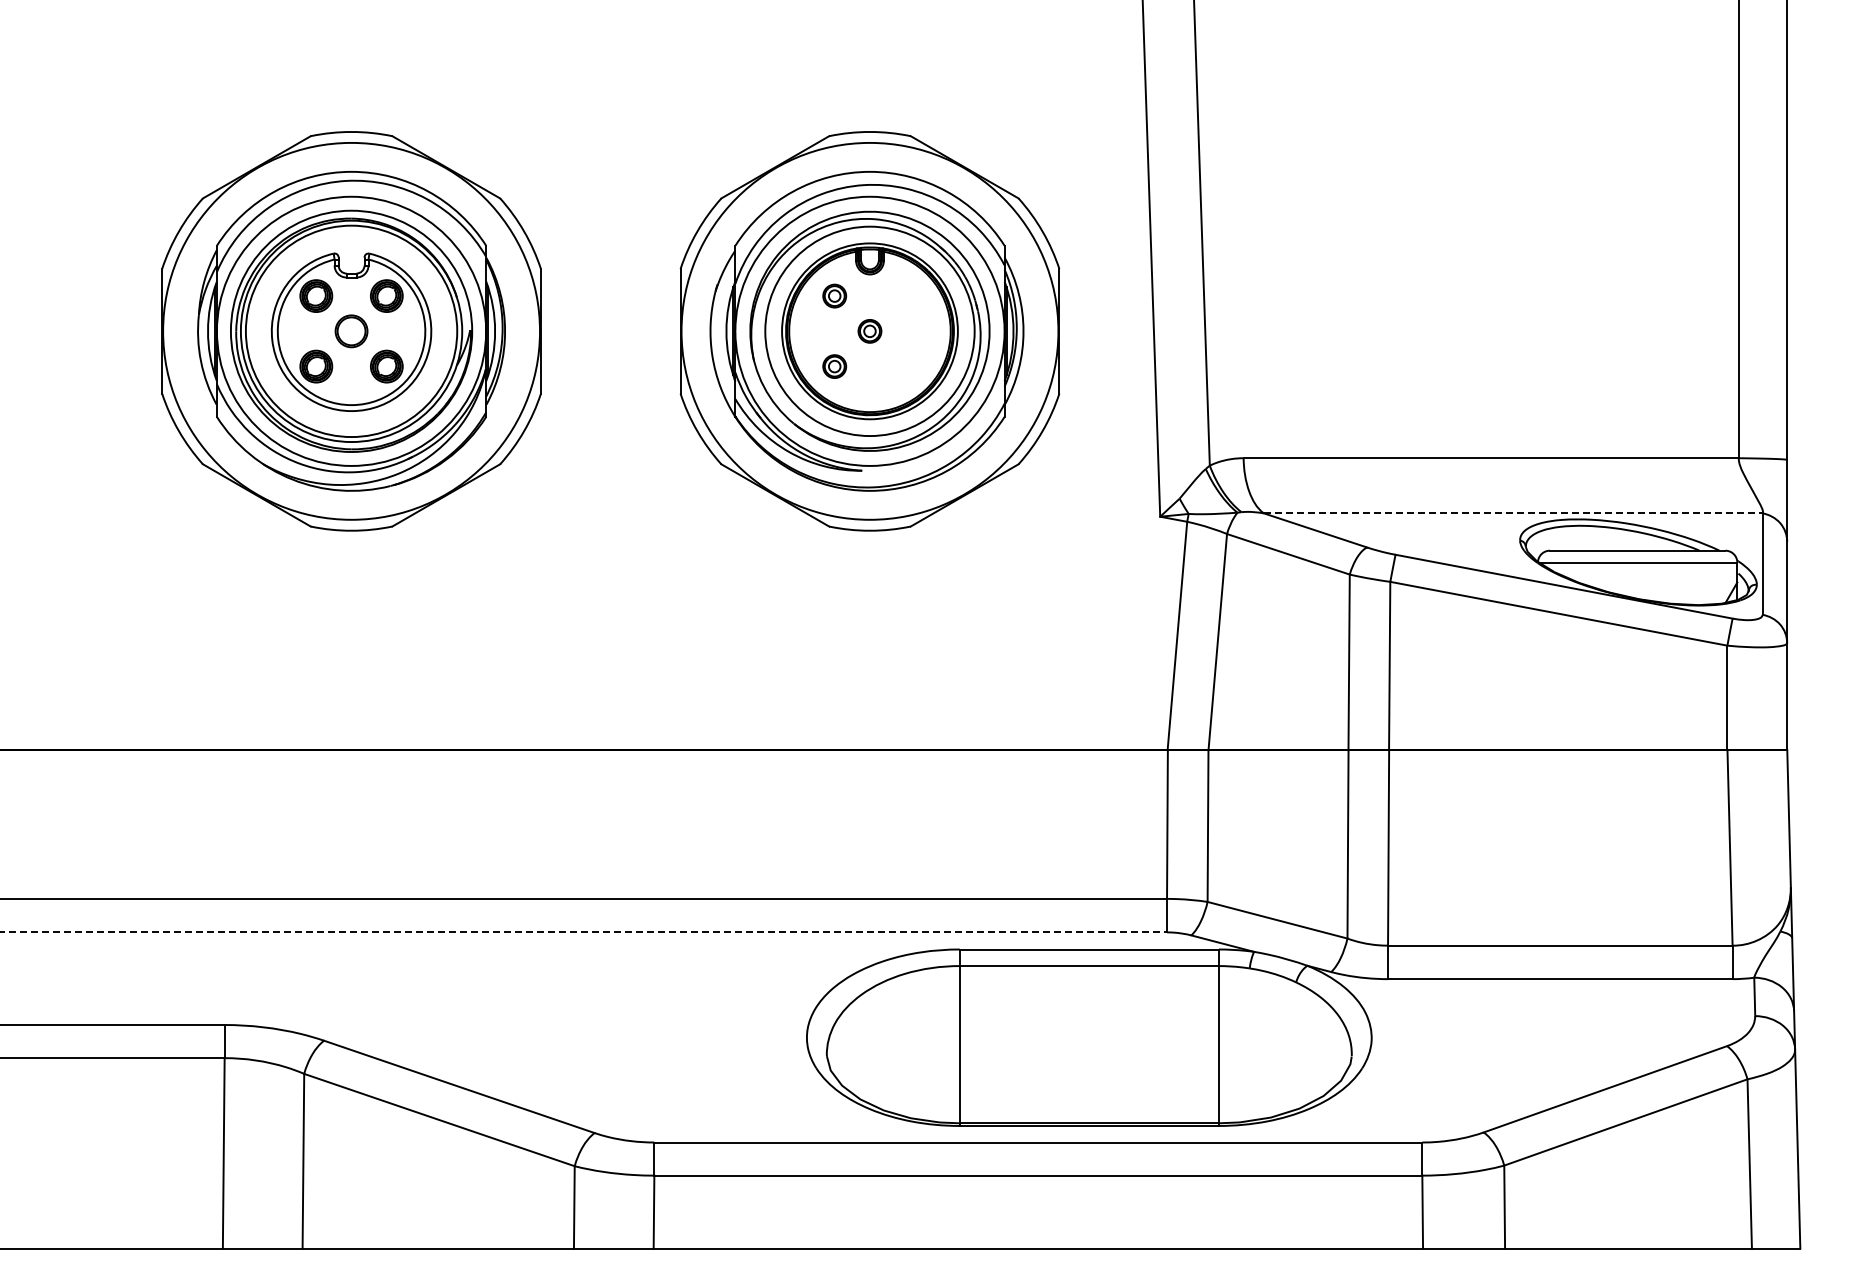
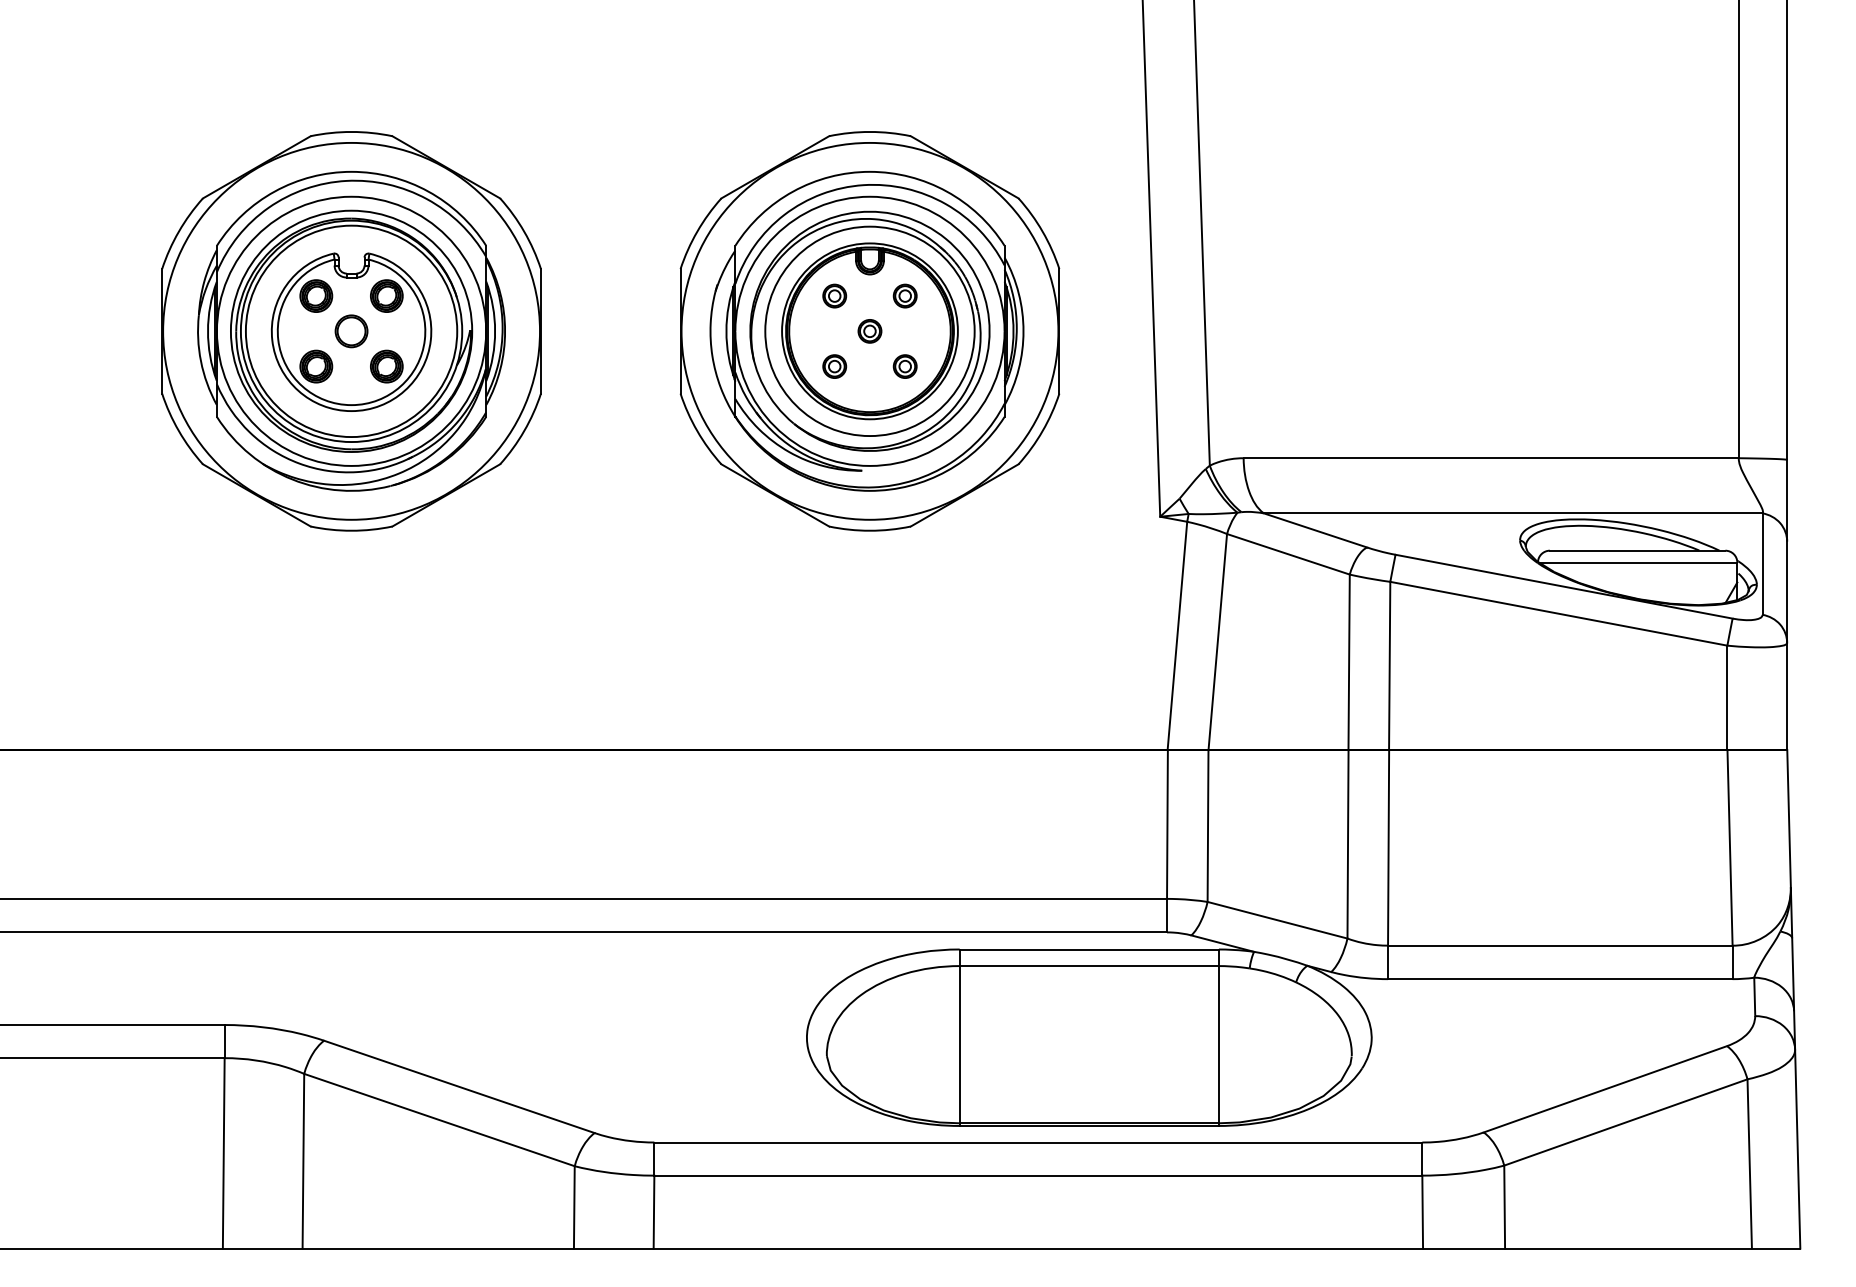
part at (904, 295): none -> present
part at (904, 366): none -> present
line at (1513, 513): dashed -> solid
line at (584, 932): dashed -> solid
